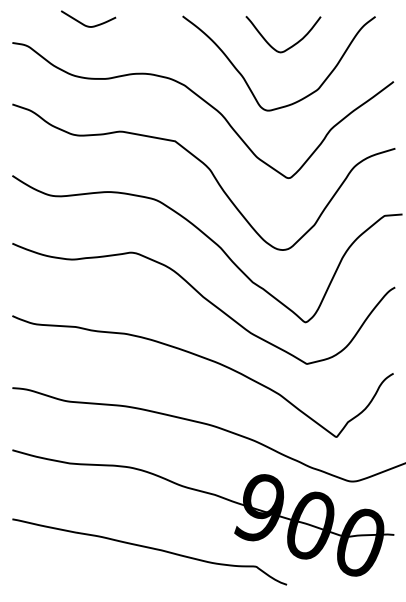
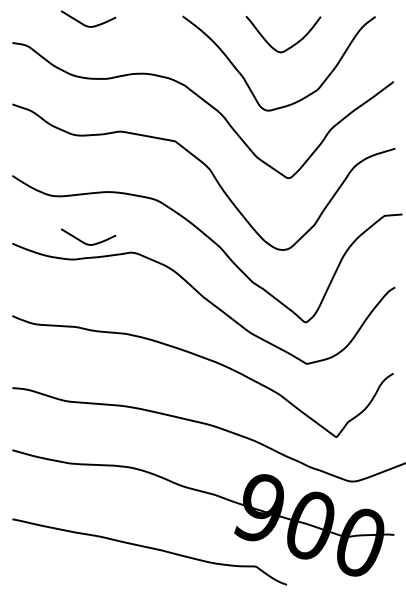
curve at (85, 242): none -> present
